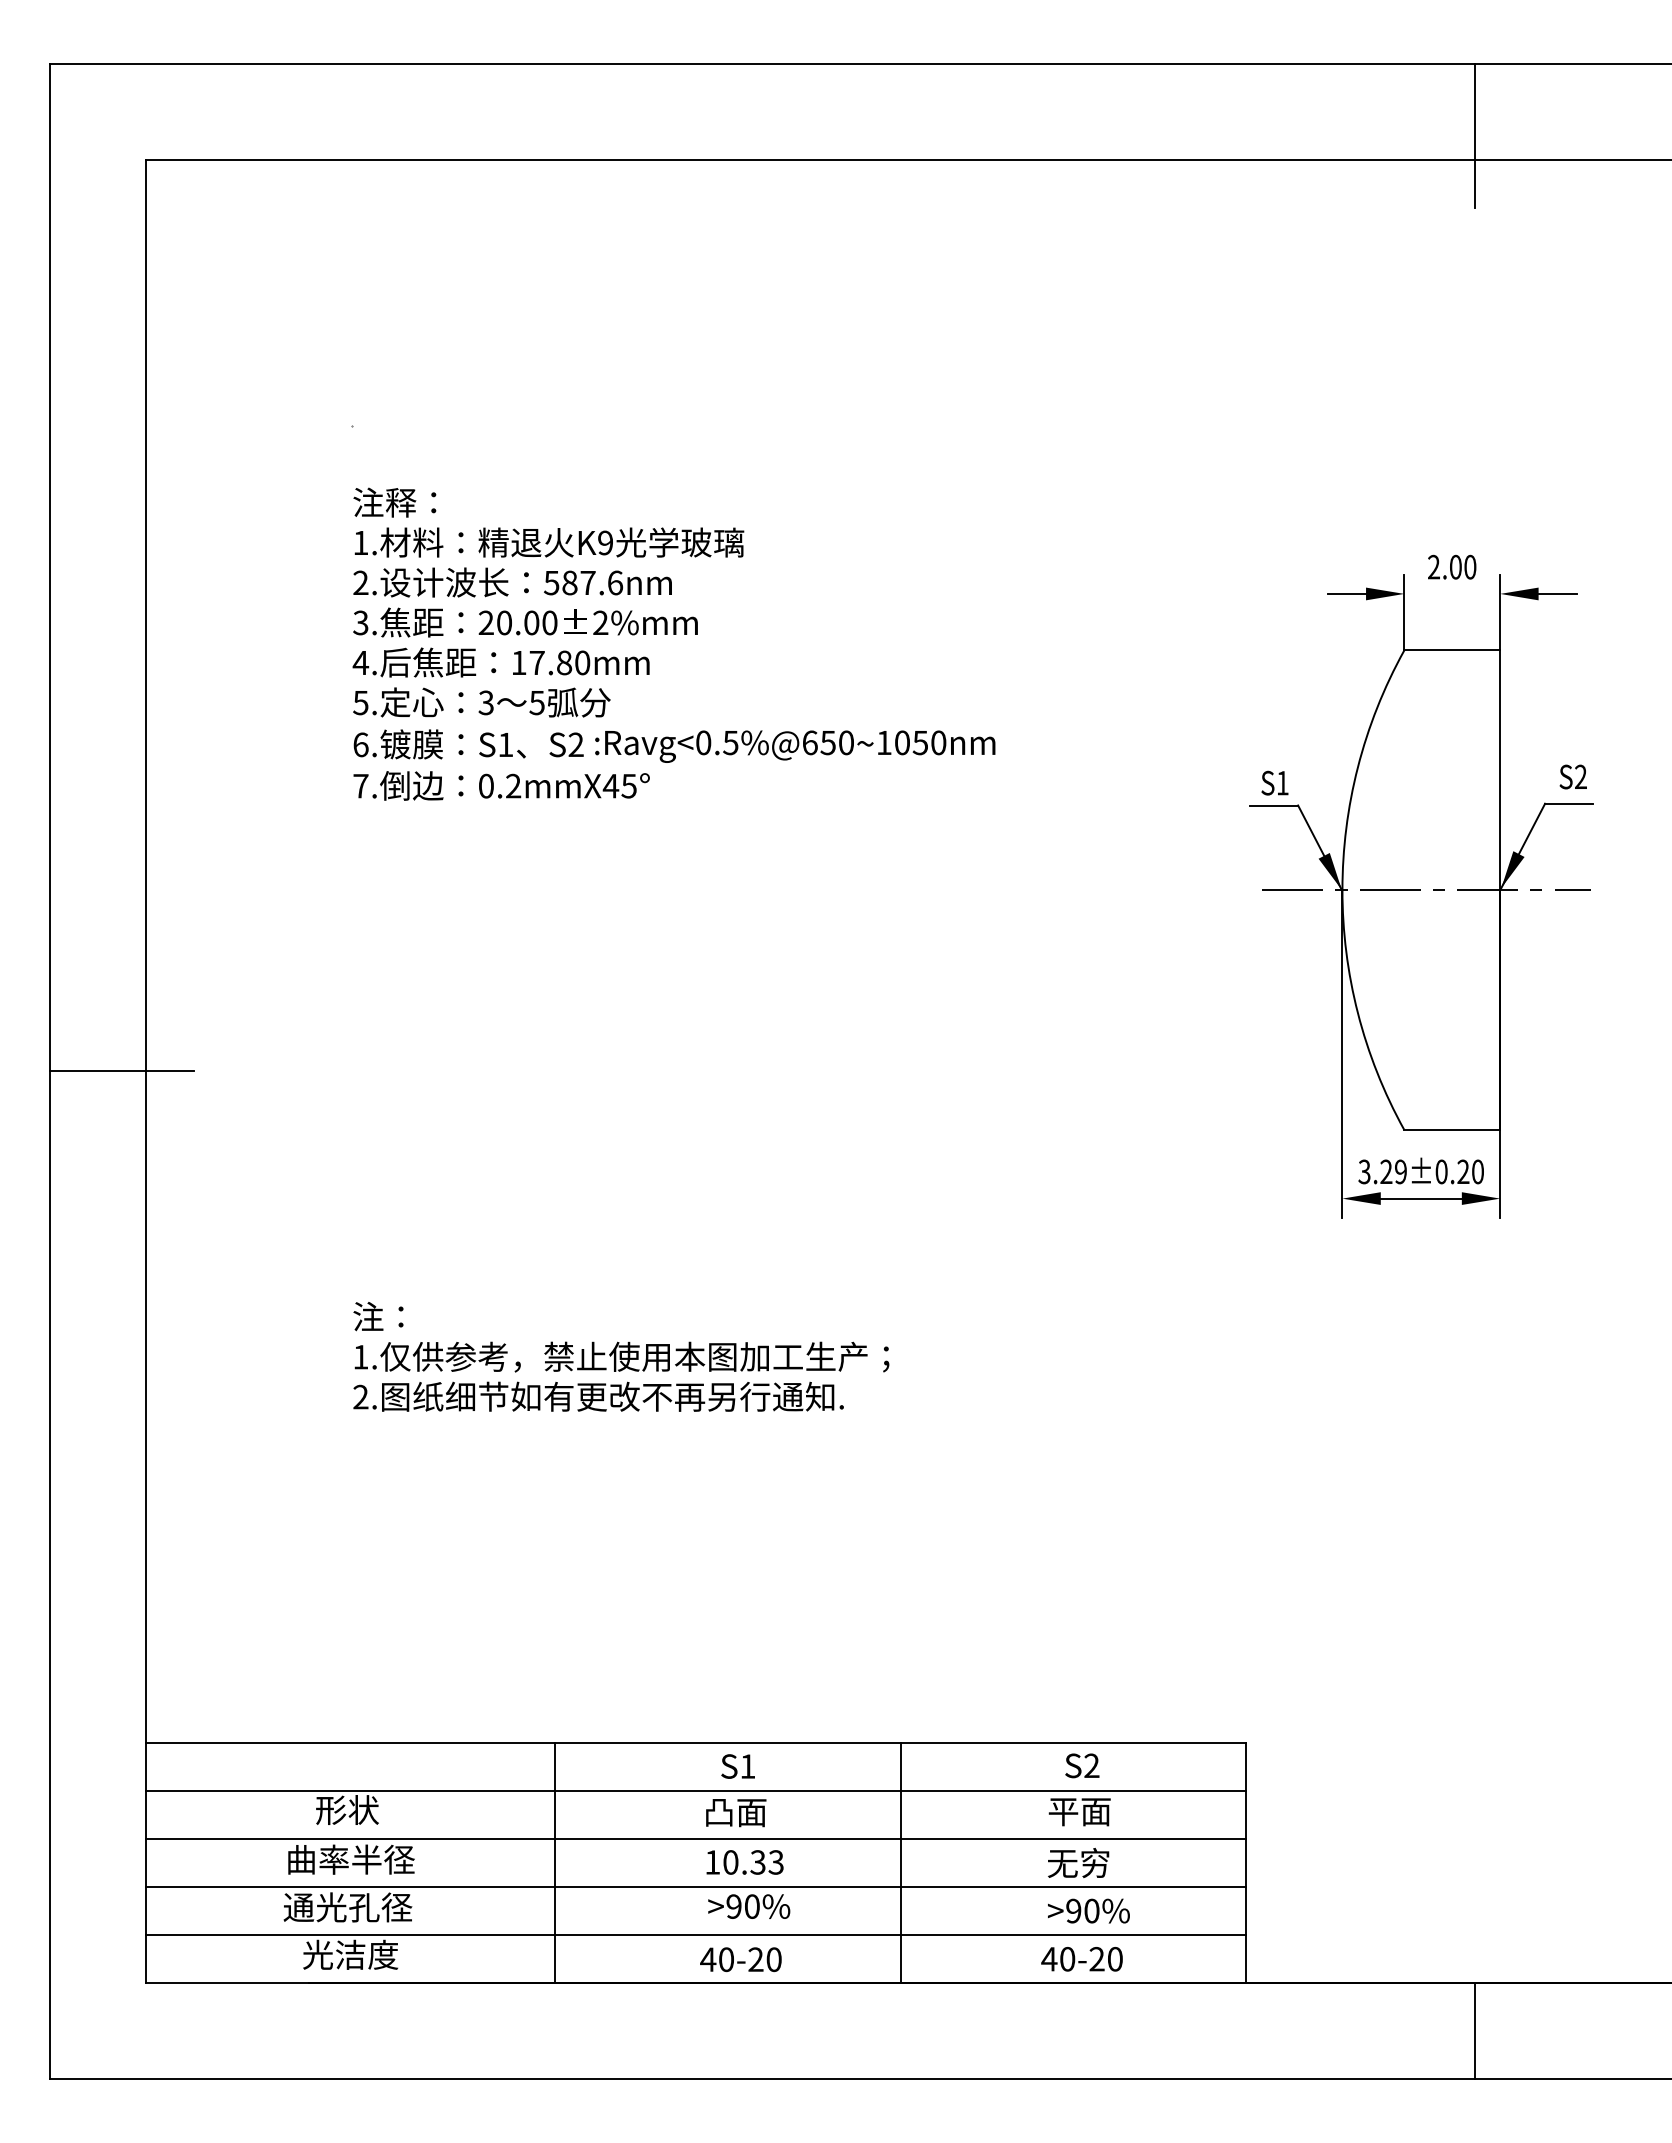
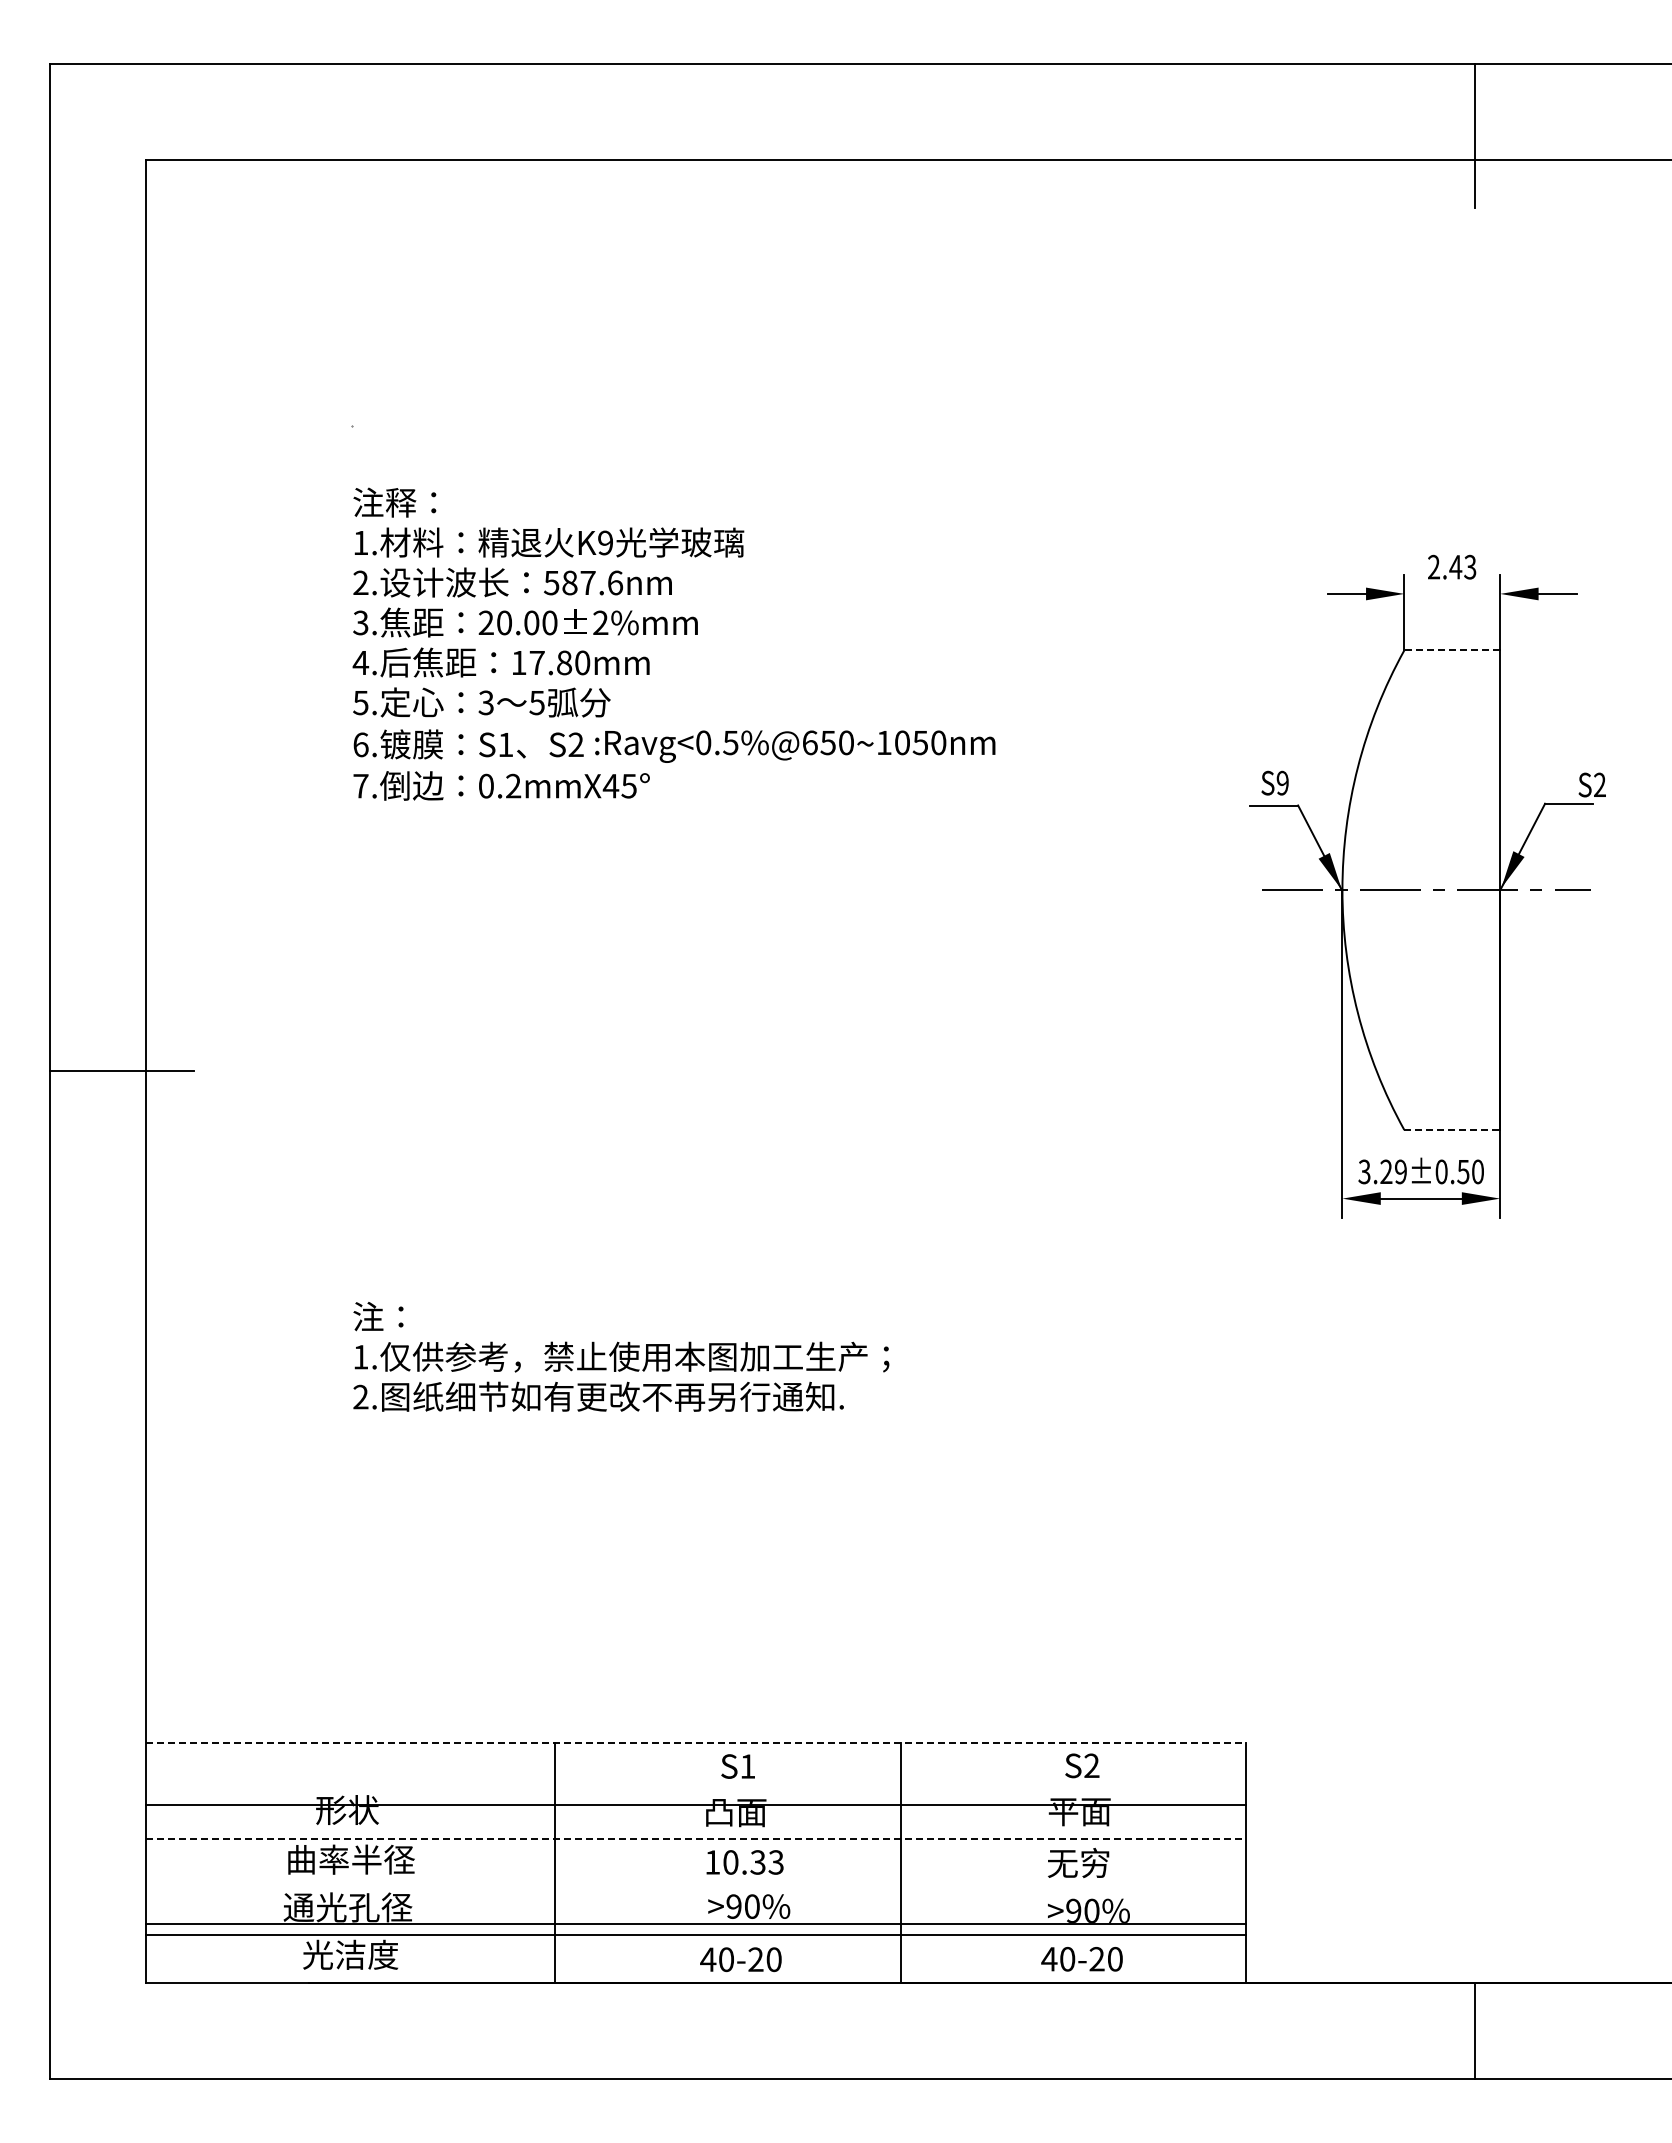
text at (1462, 566): 2.00 -> 2.43
line at (1452, 650): solid -> dashed
text at (1572, 776) position: (1572, 776) -> (1591, 784)
text at (1282, 782): S1 -> S9
line at (1452, 1130): solid -> dashed
text at (1463, 1171): 3.29±0.20 -> 3.29±0.50
line at (695, 1742): solid -> dashed
line at (695, 1790) position: (695, 1790) -> (695, 1804)
line at (695, 1838): solid -> dashed
line at (695, 1886) position: (695, 1886) -> (695, 1923)
